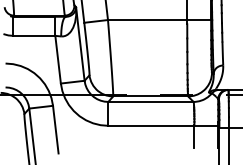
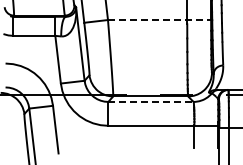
line at (159, 20): solid -> dashed
line at (150, 101): solid -> dashed
